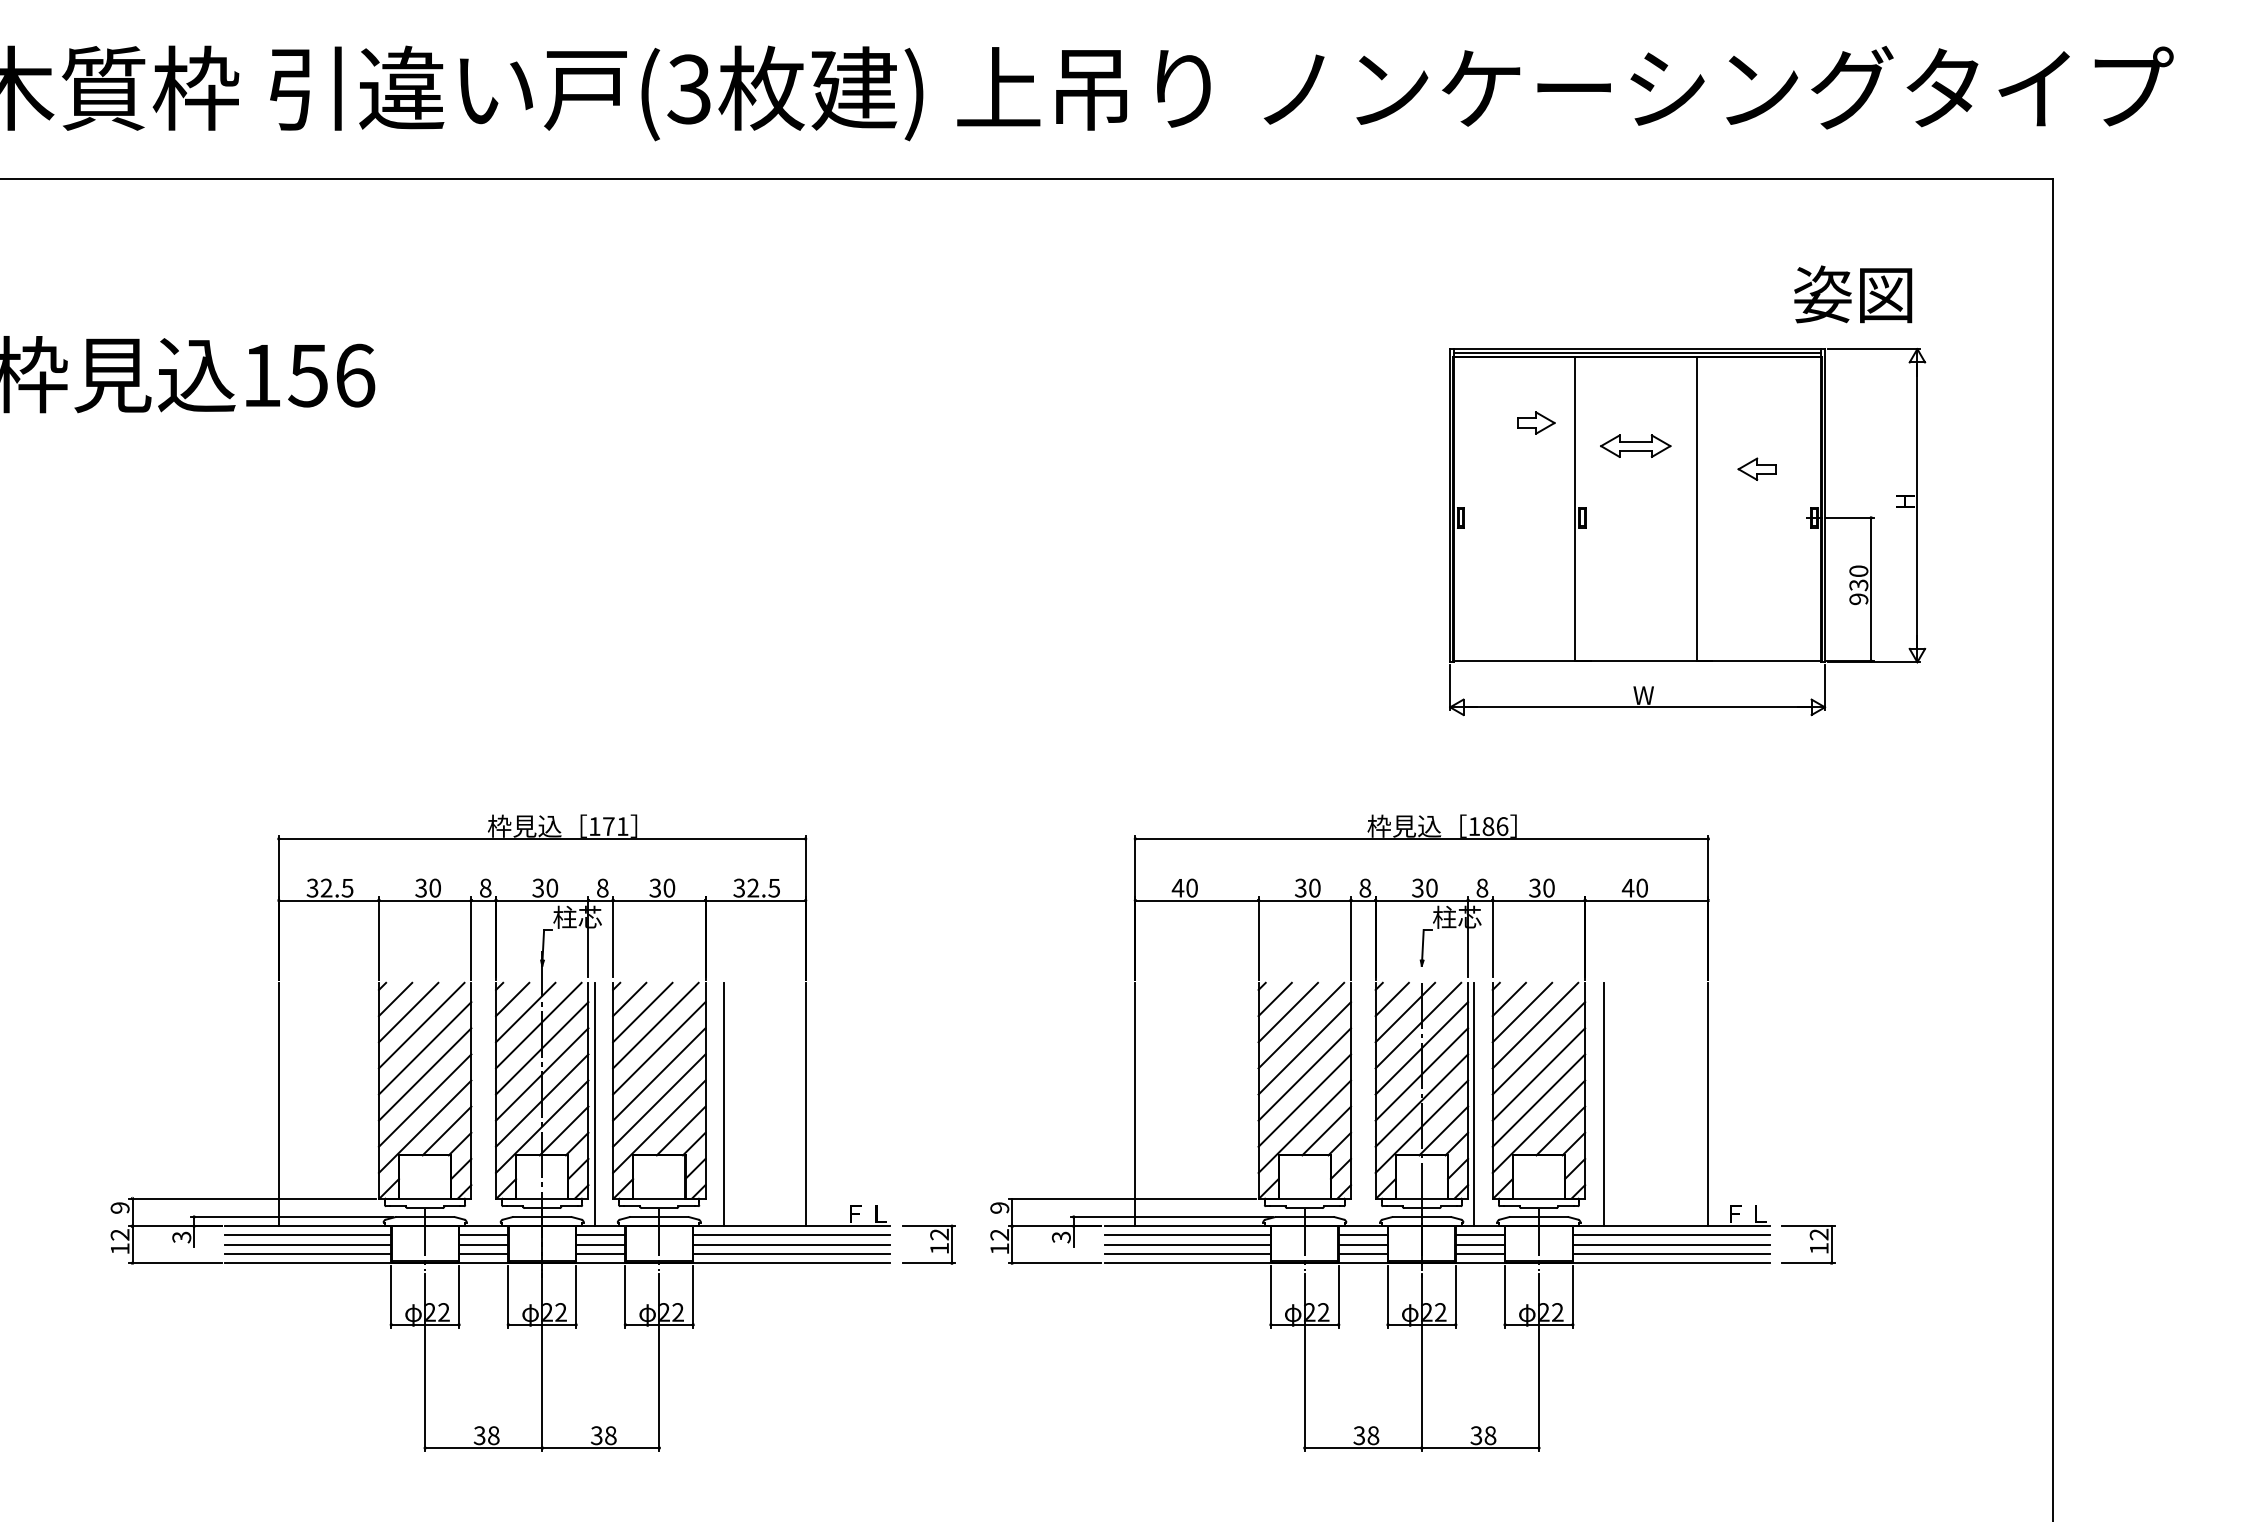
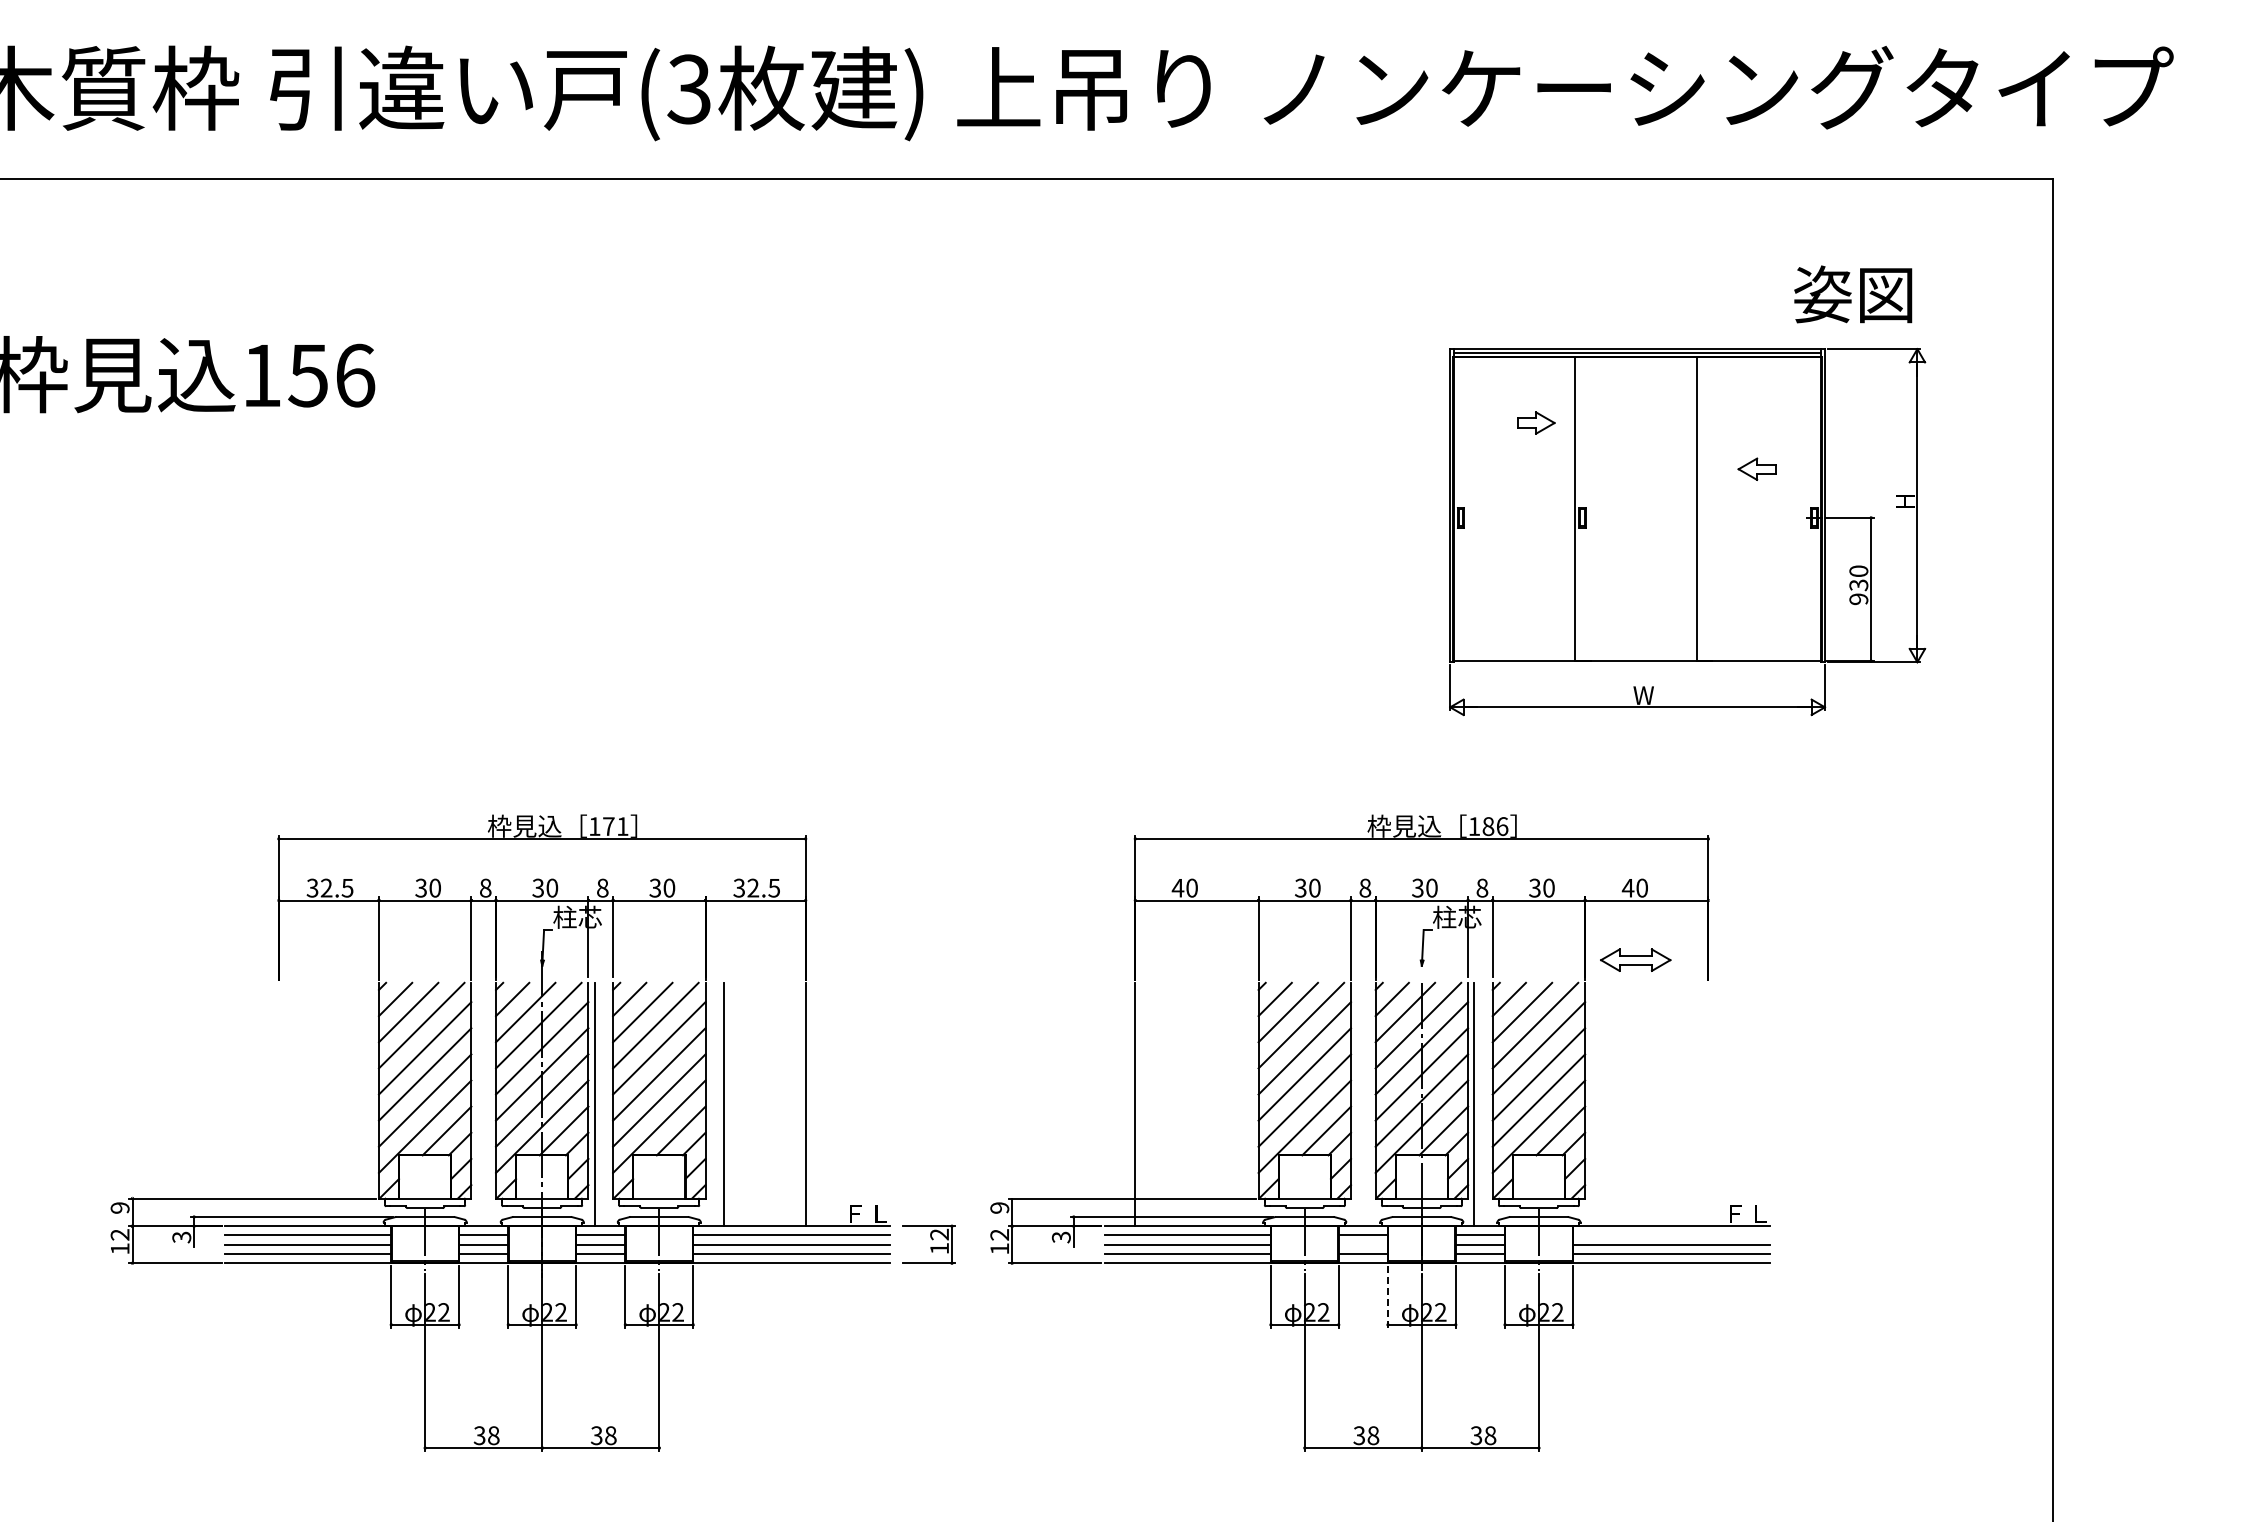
part at (1635, 445) position: (1635, 445) -> (1635, 959)
line at (278, 1104): present -> none
line at (1603, 1104): present -> none
line at (1708, 1104): present -> none
line at (1670, 1235): present -> none
line at (1362, 1244): present -> none
part at (1808, 1244): present -> none
line at (1387, 1297): solid -> dashed
